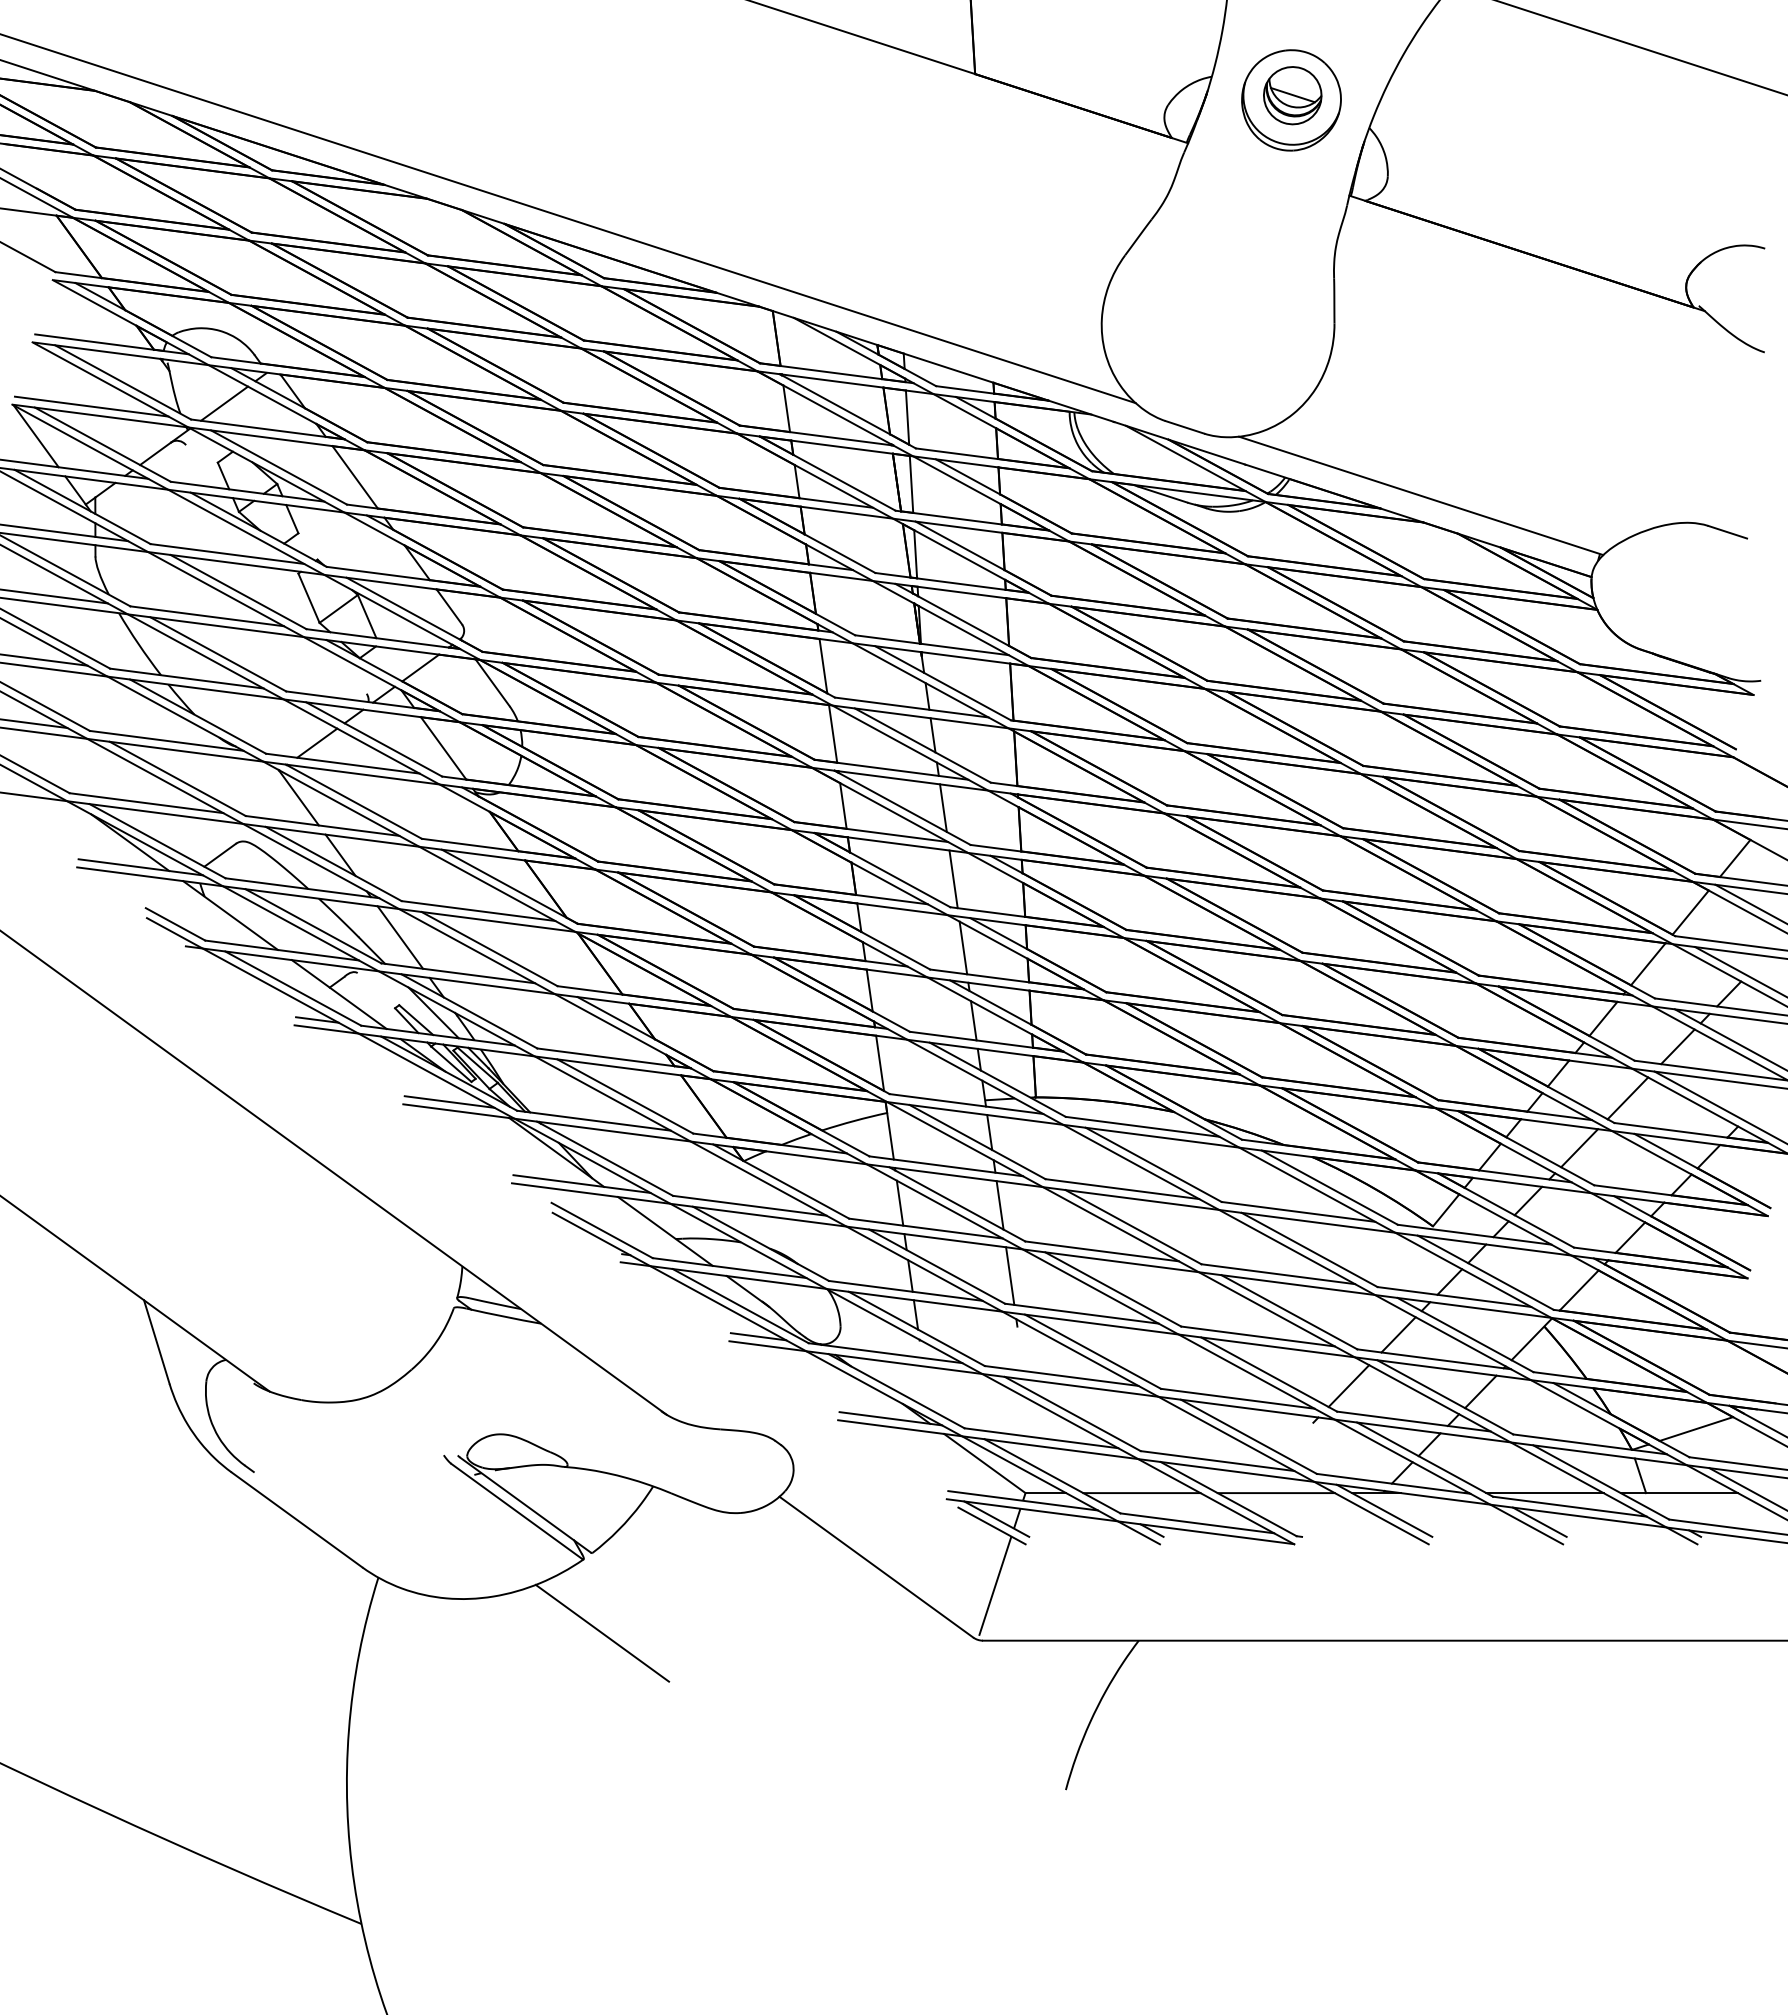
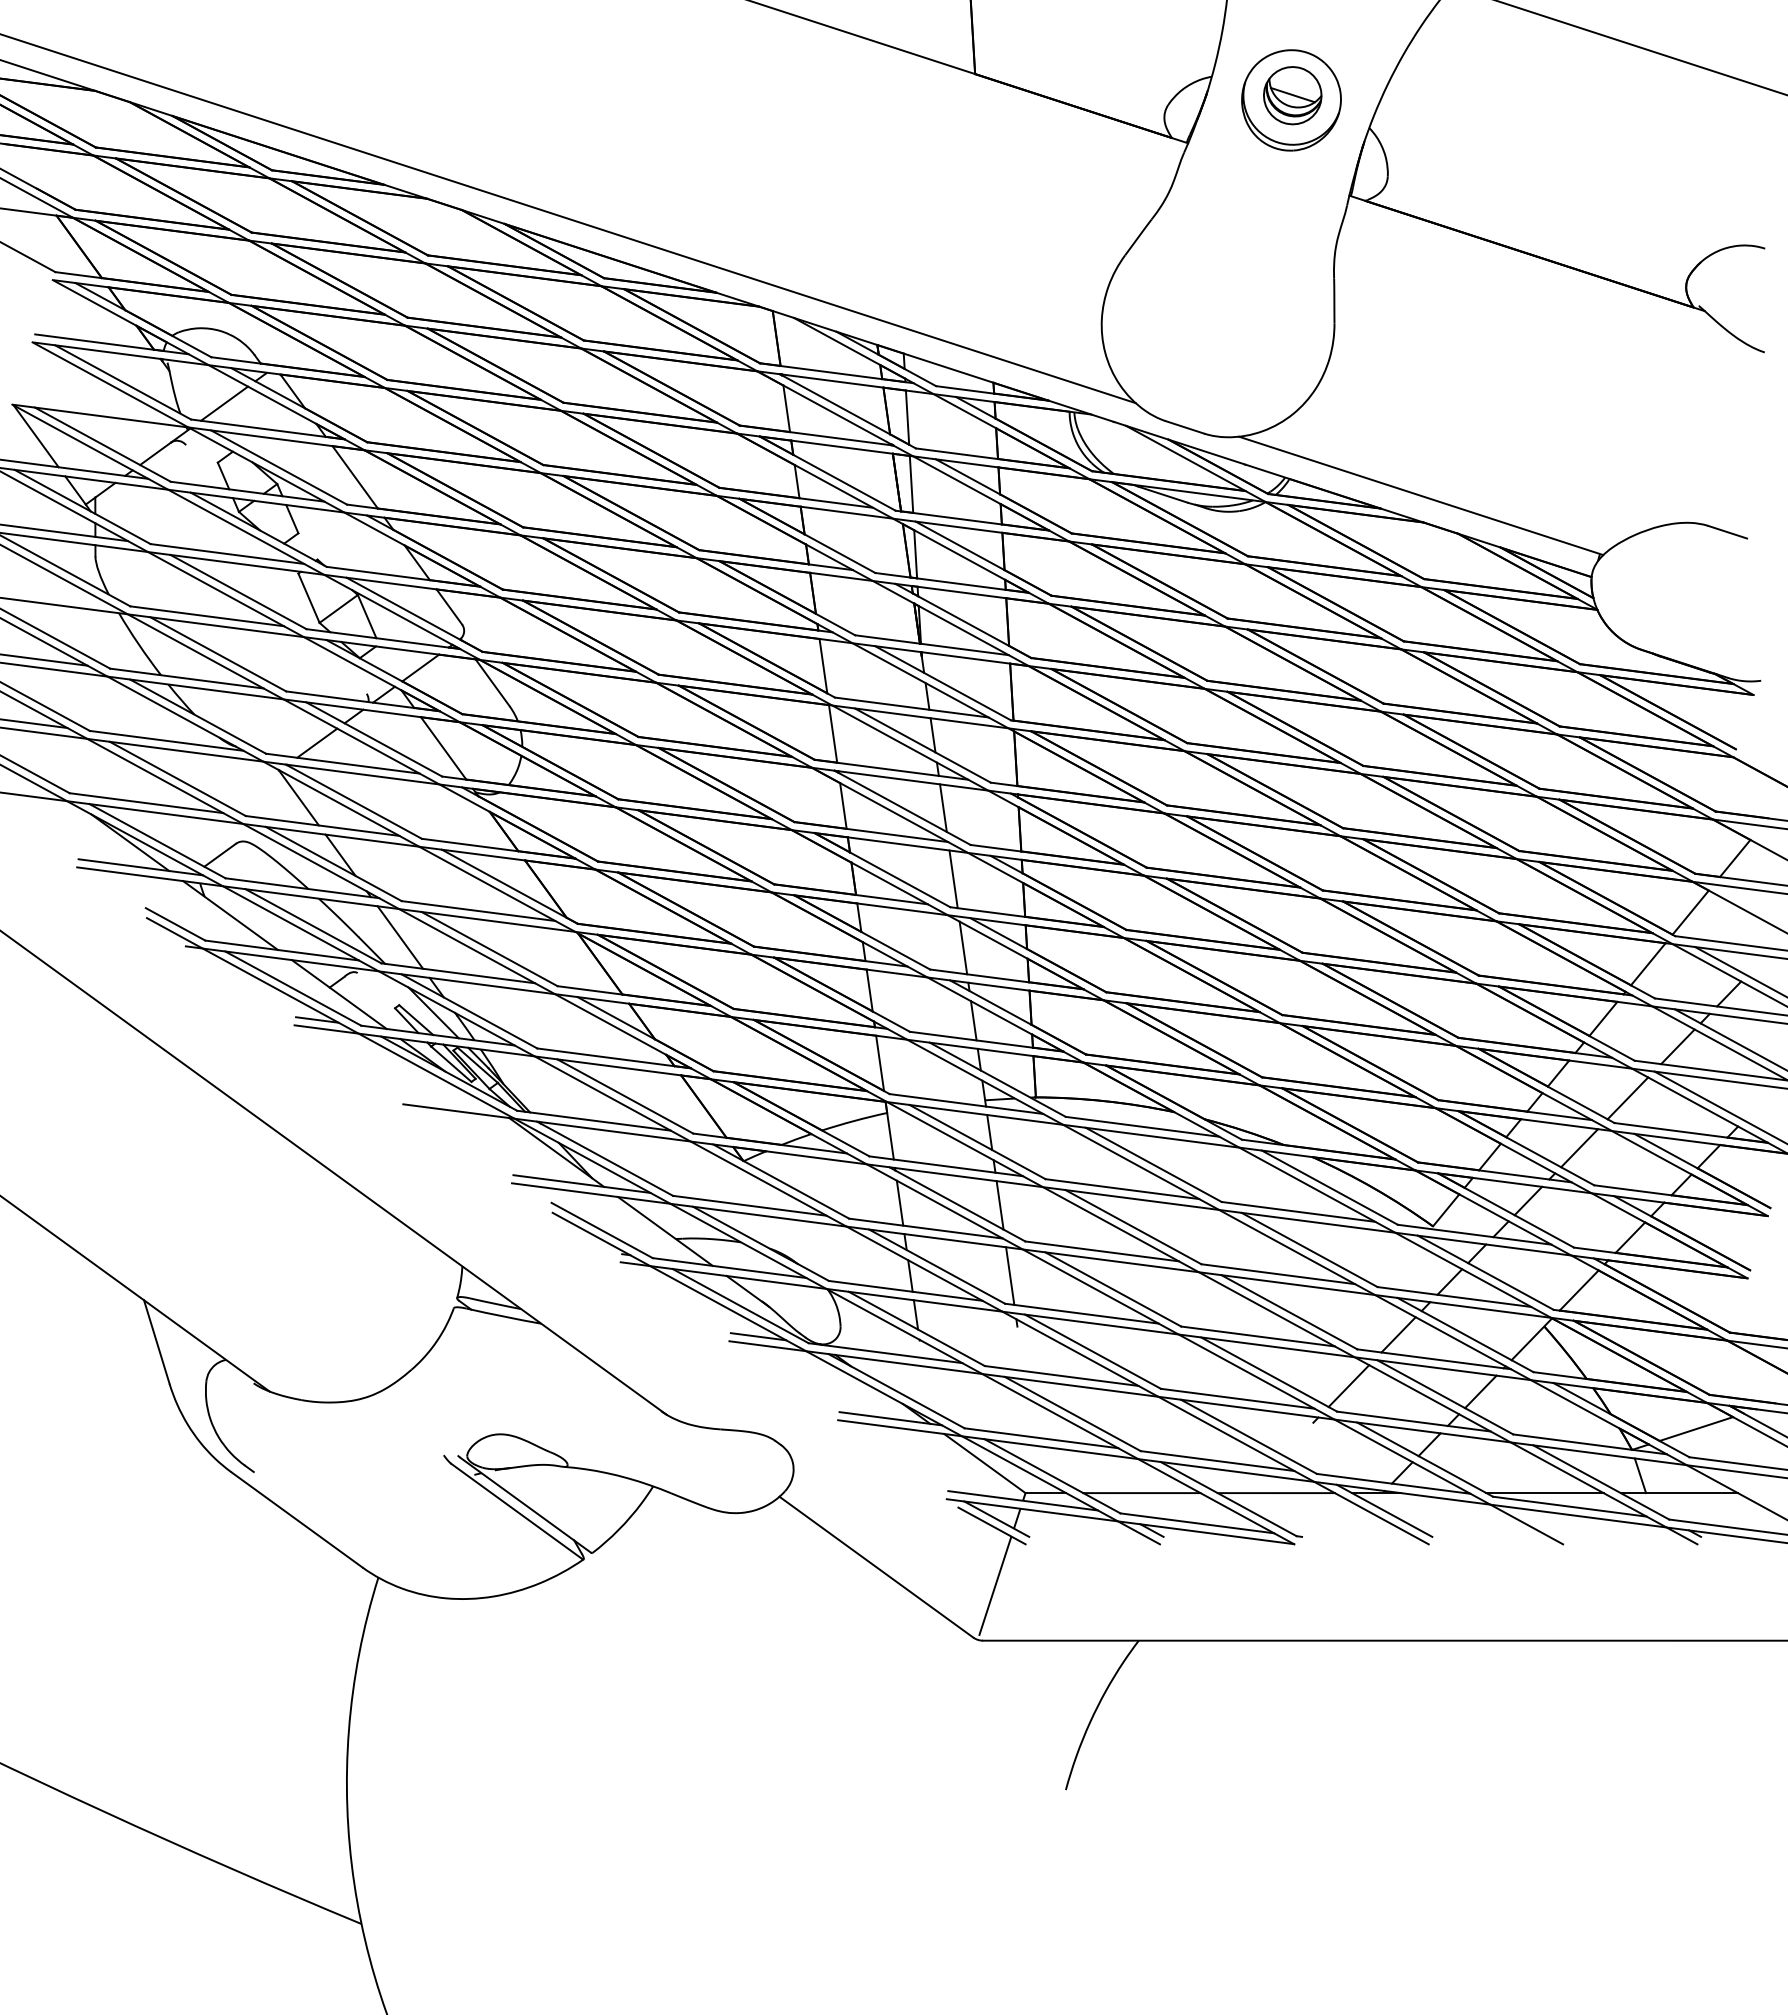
line at (91, 406): present -> none
line at (54, 596): present -> none
line at (1749, 903): present -> none
line at (449, 1101): present -> none
line at (1746, 1488): present -> none
line at (1539, 1521): present -> none
line at (602, 1632): present -> none
